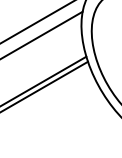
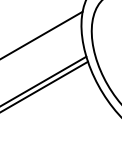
line at (36, 22): present -> none
